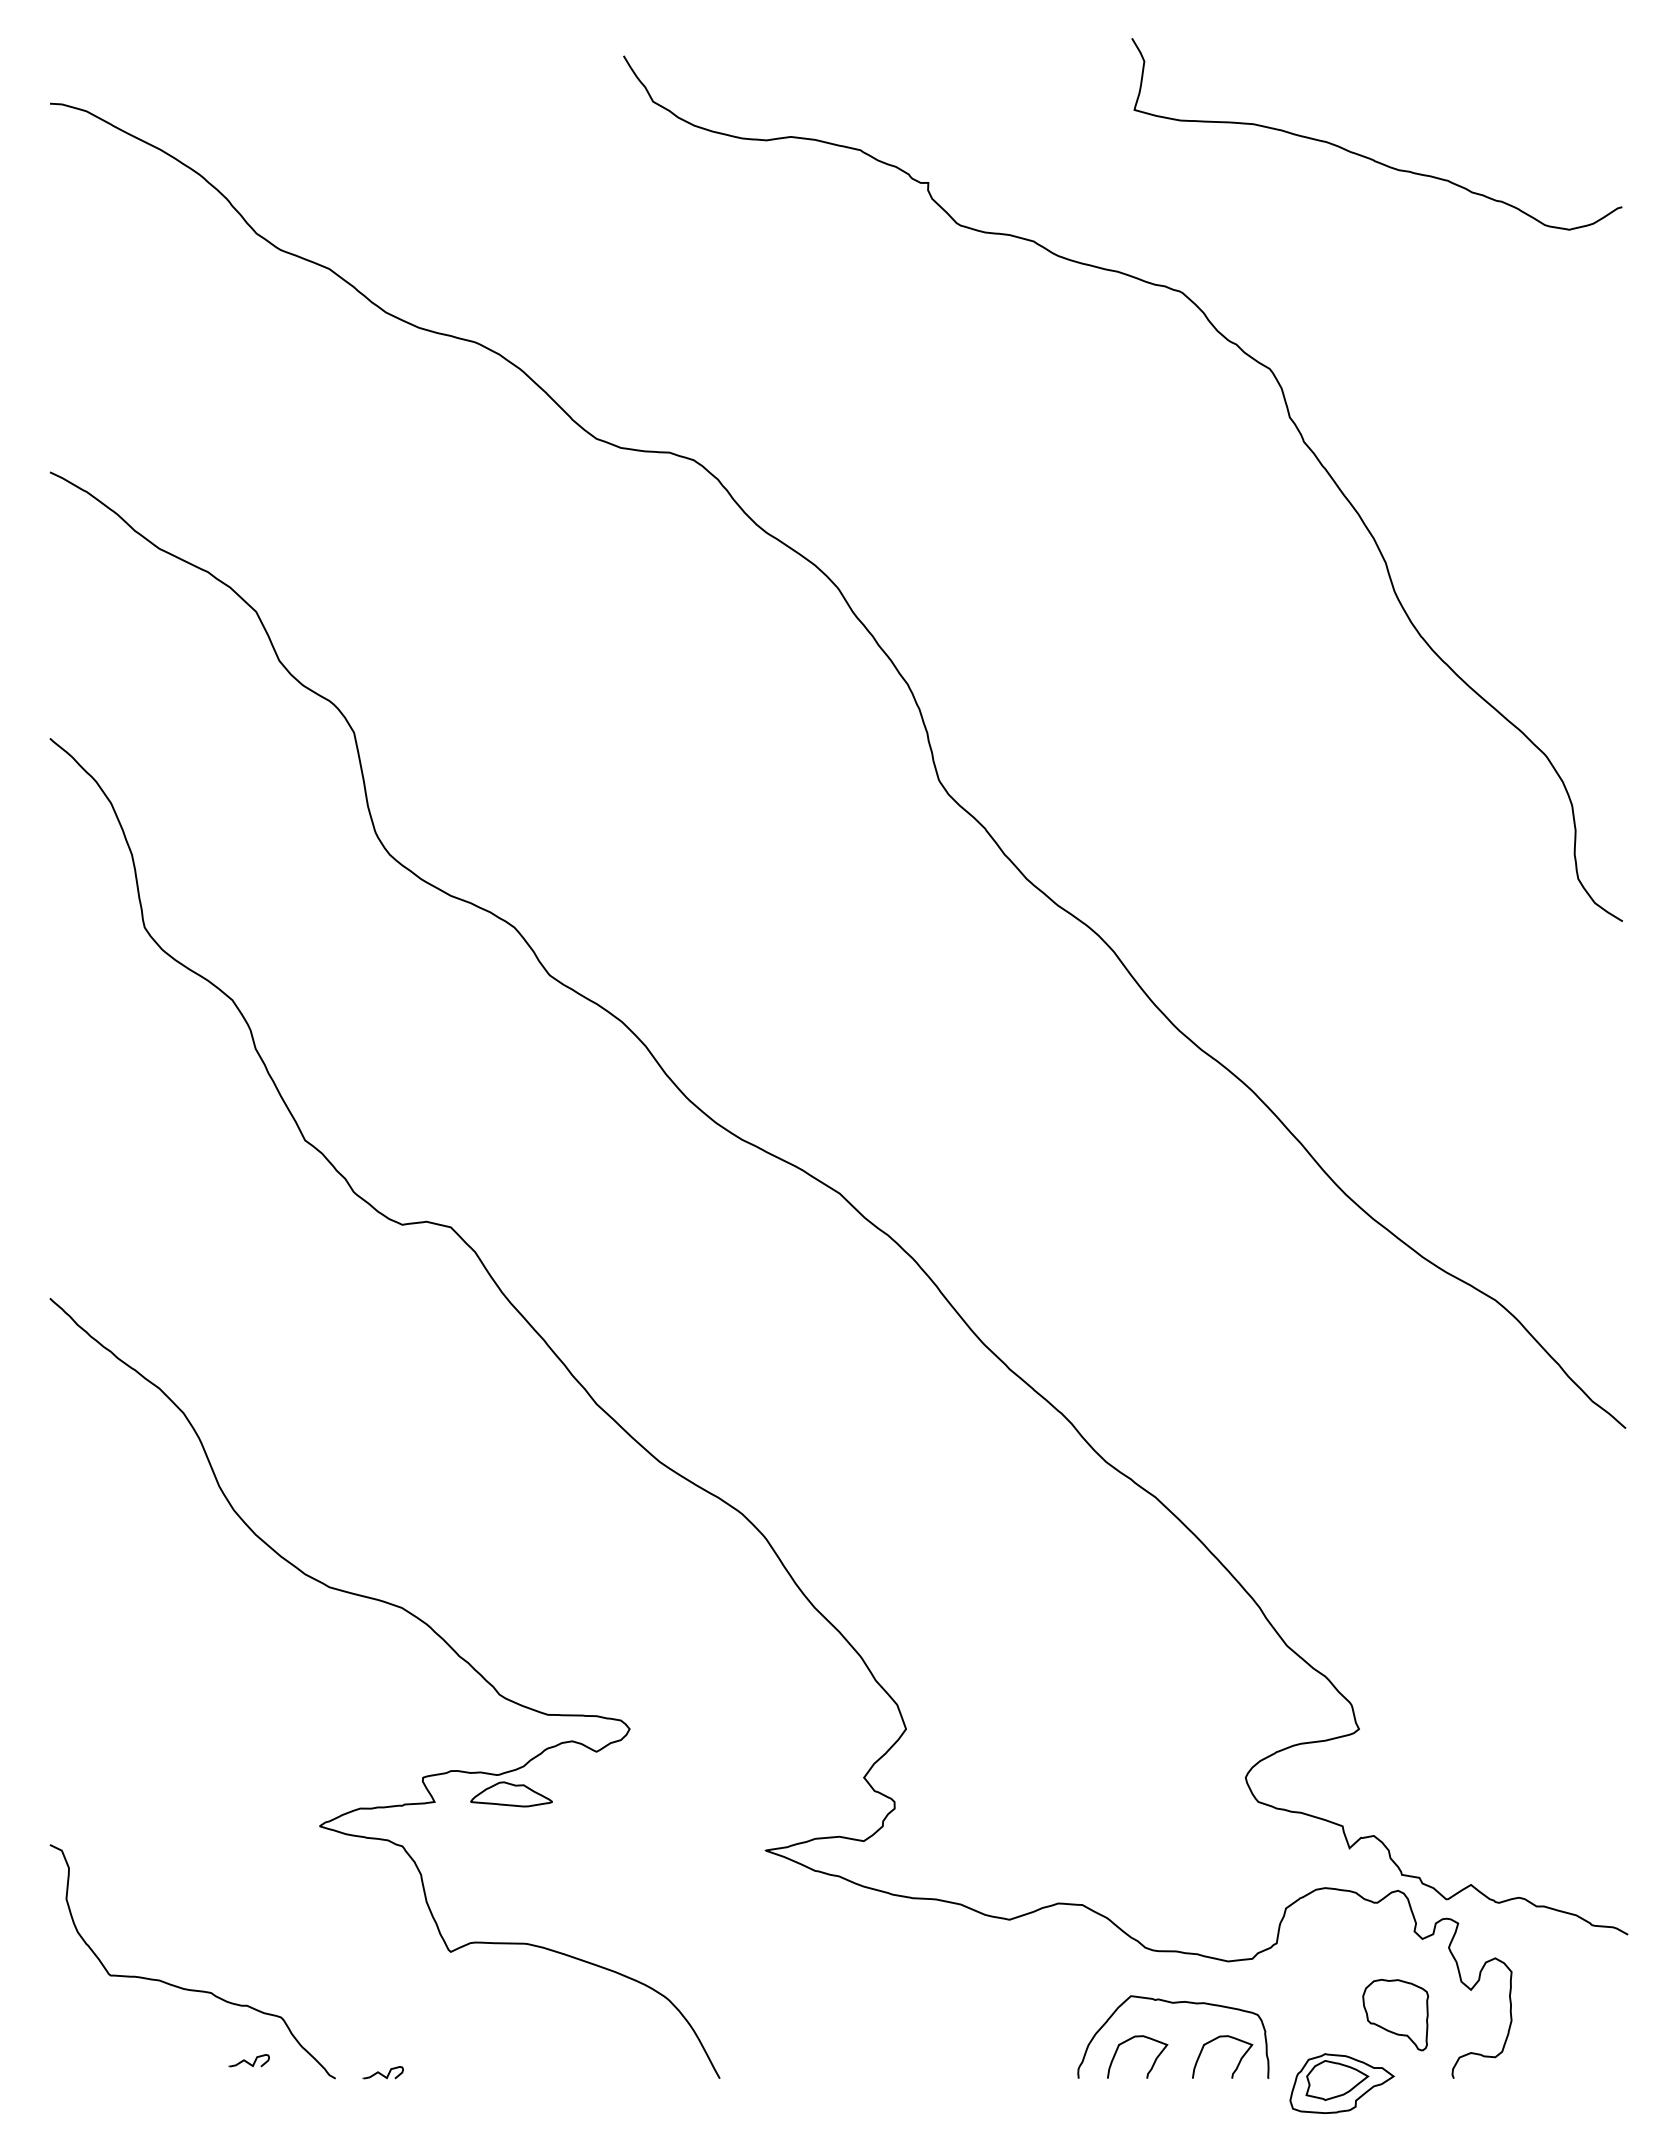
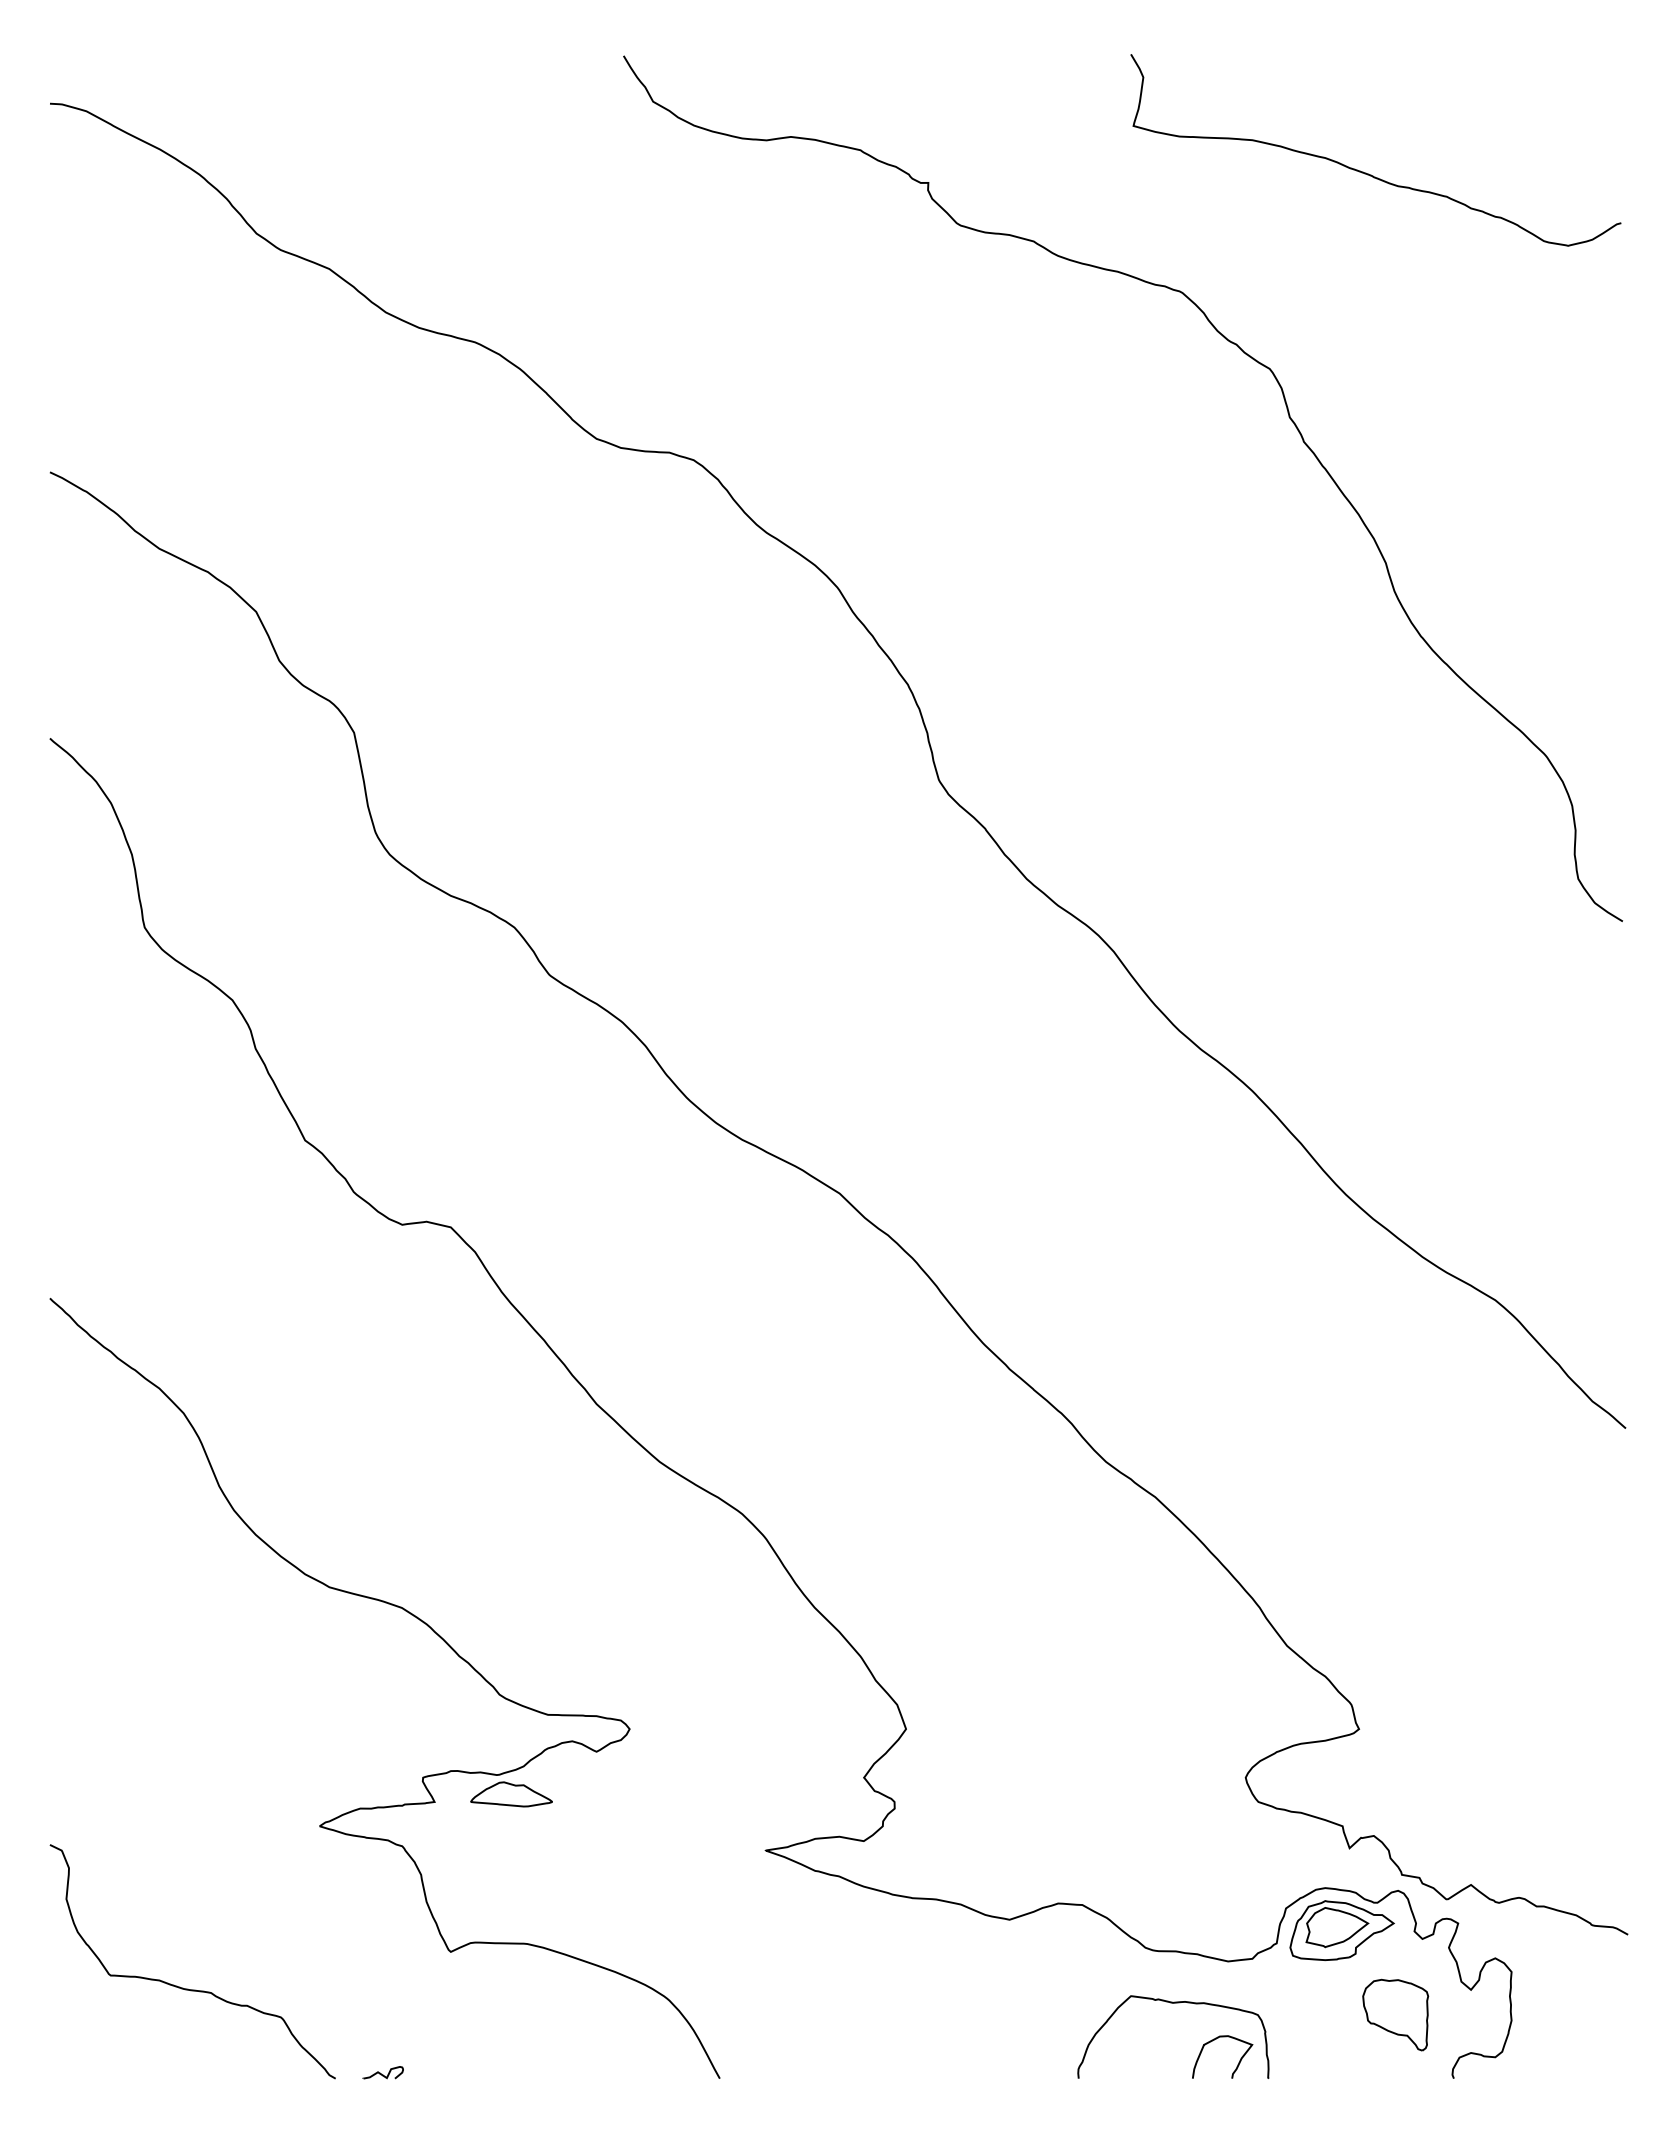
curve at (1367, 156) position: (1367, 156) -> (1366, 172)
curve at (247, 2061): present -> none
curve at (1152, 2064): present -> none
part at (1341, 2083) position: (1341, 2083) -> (1341, 1930)
